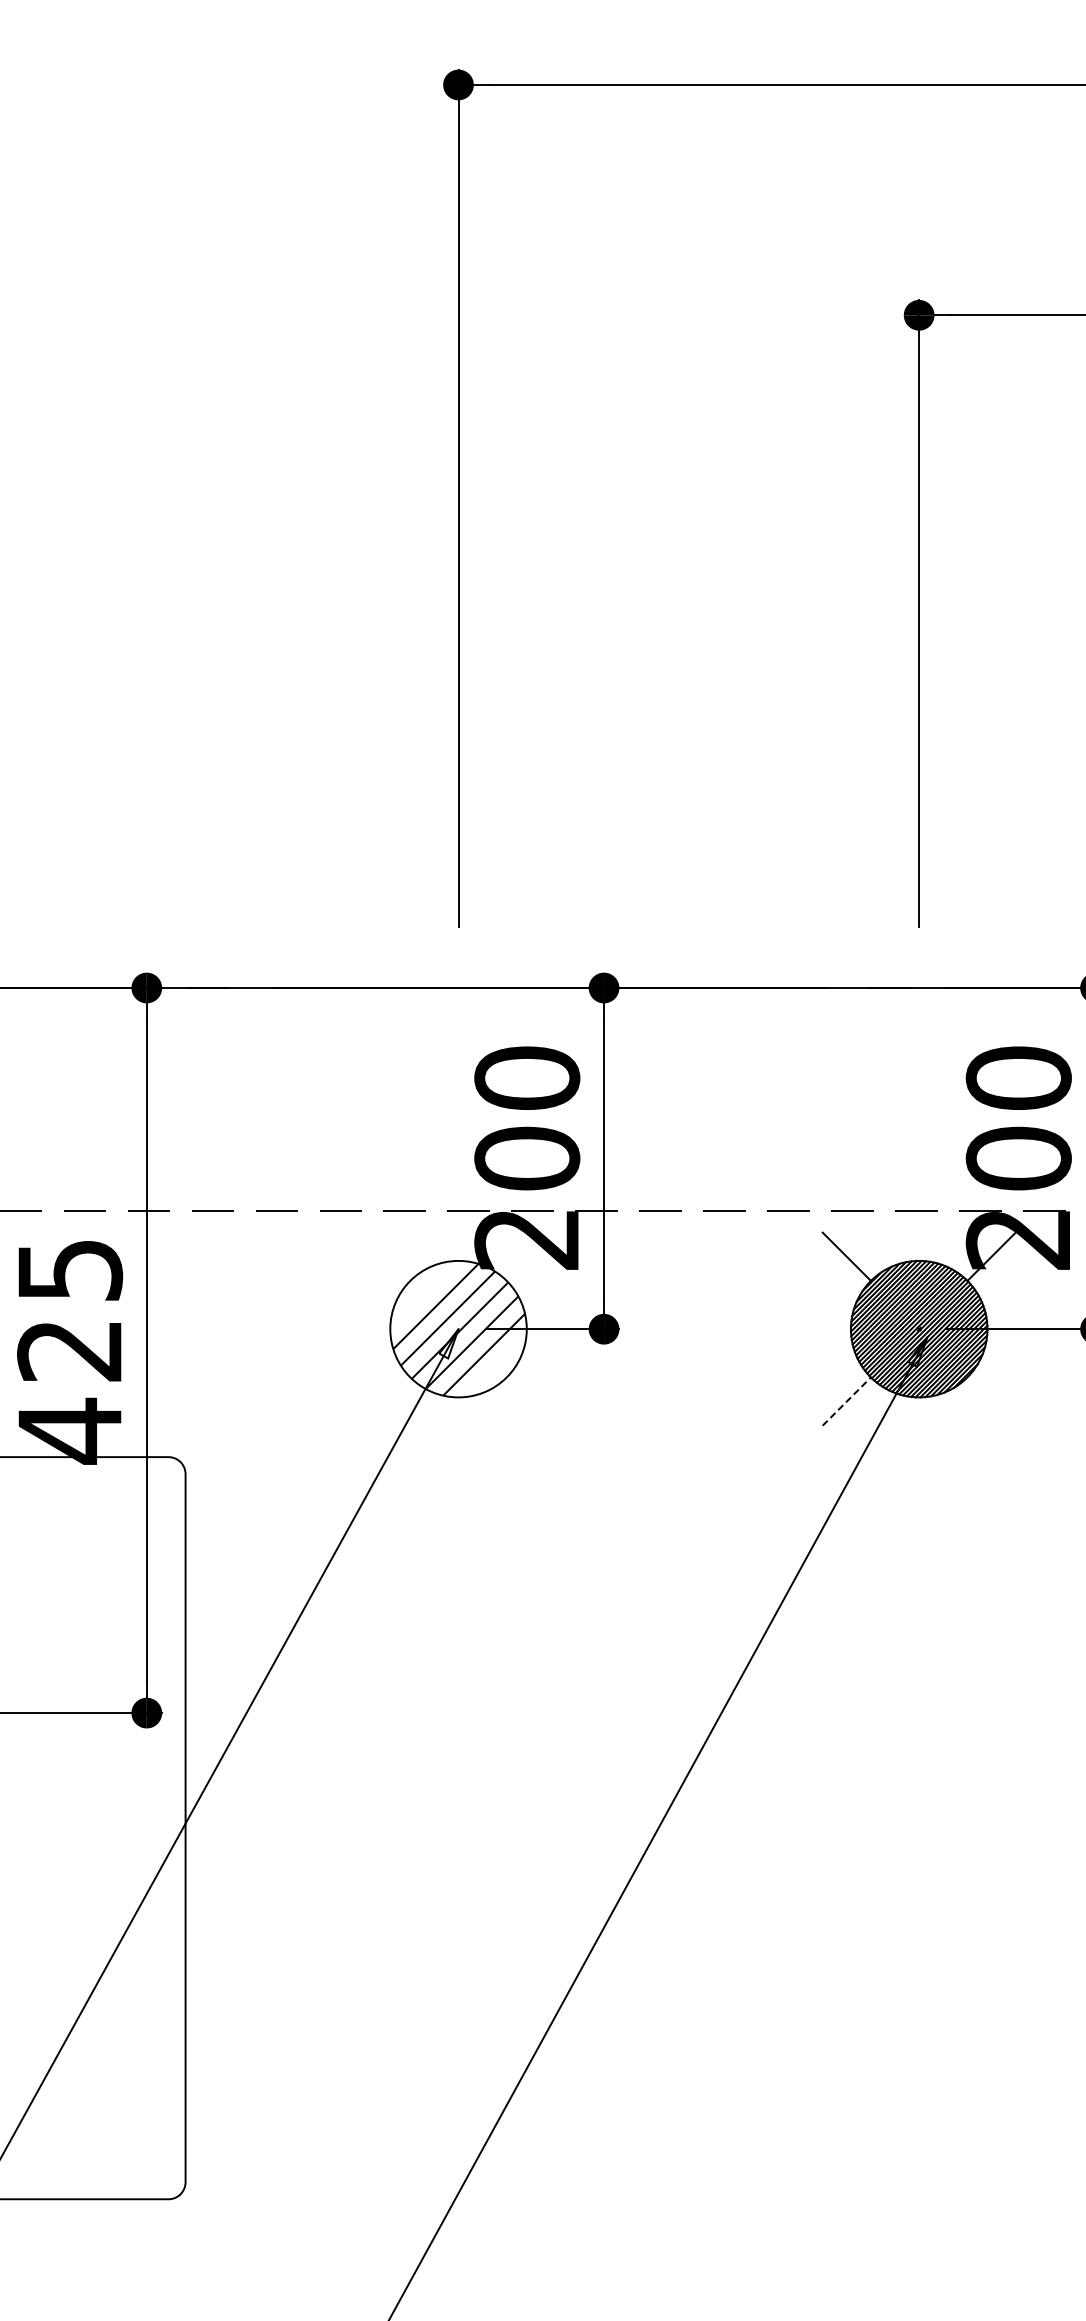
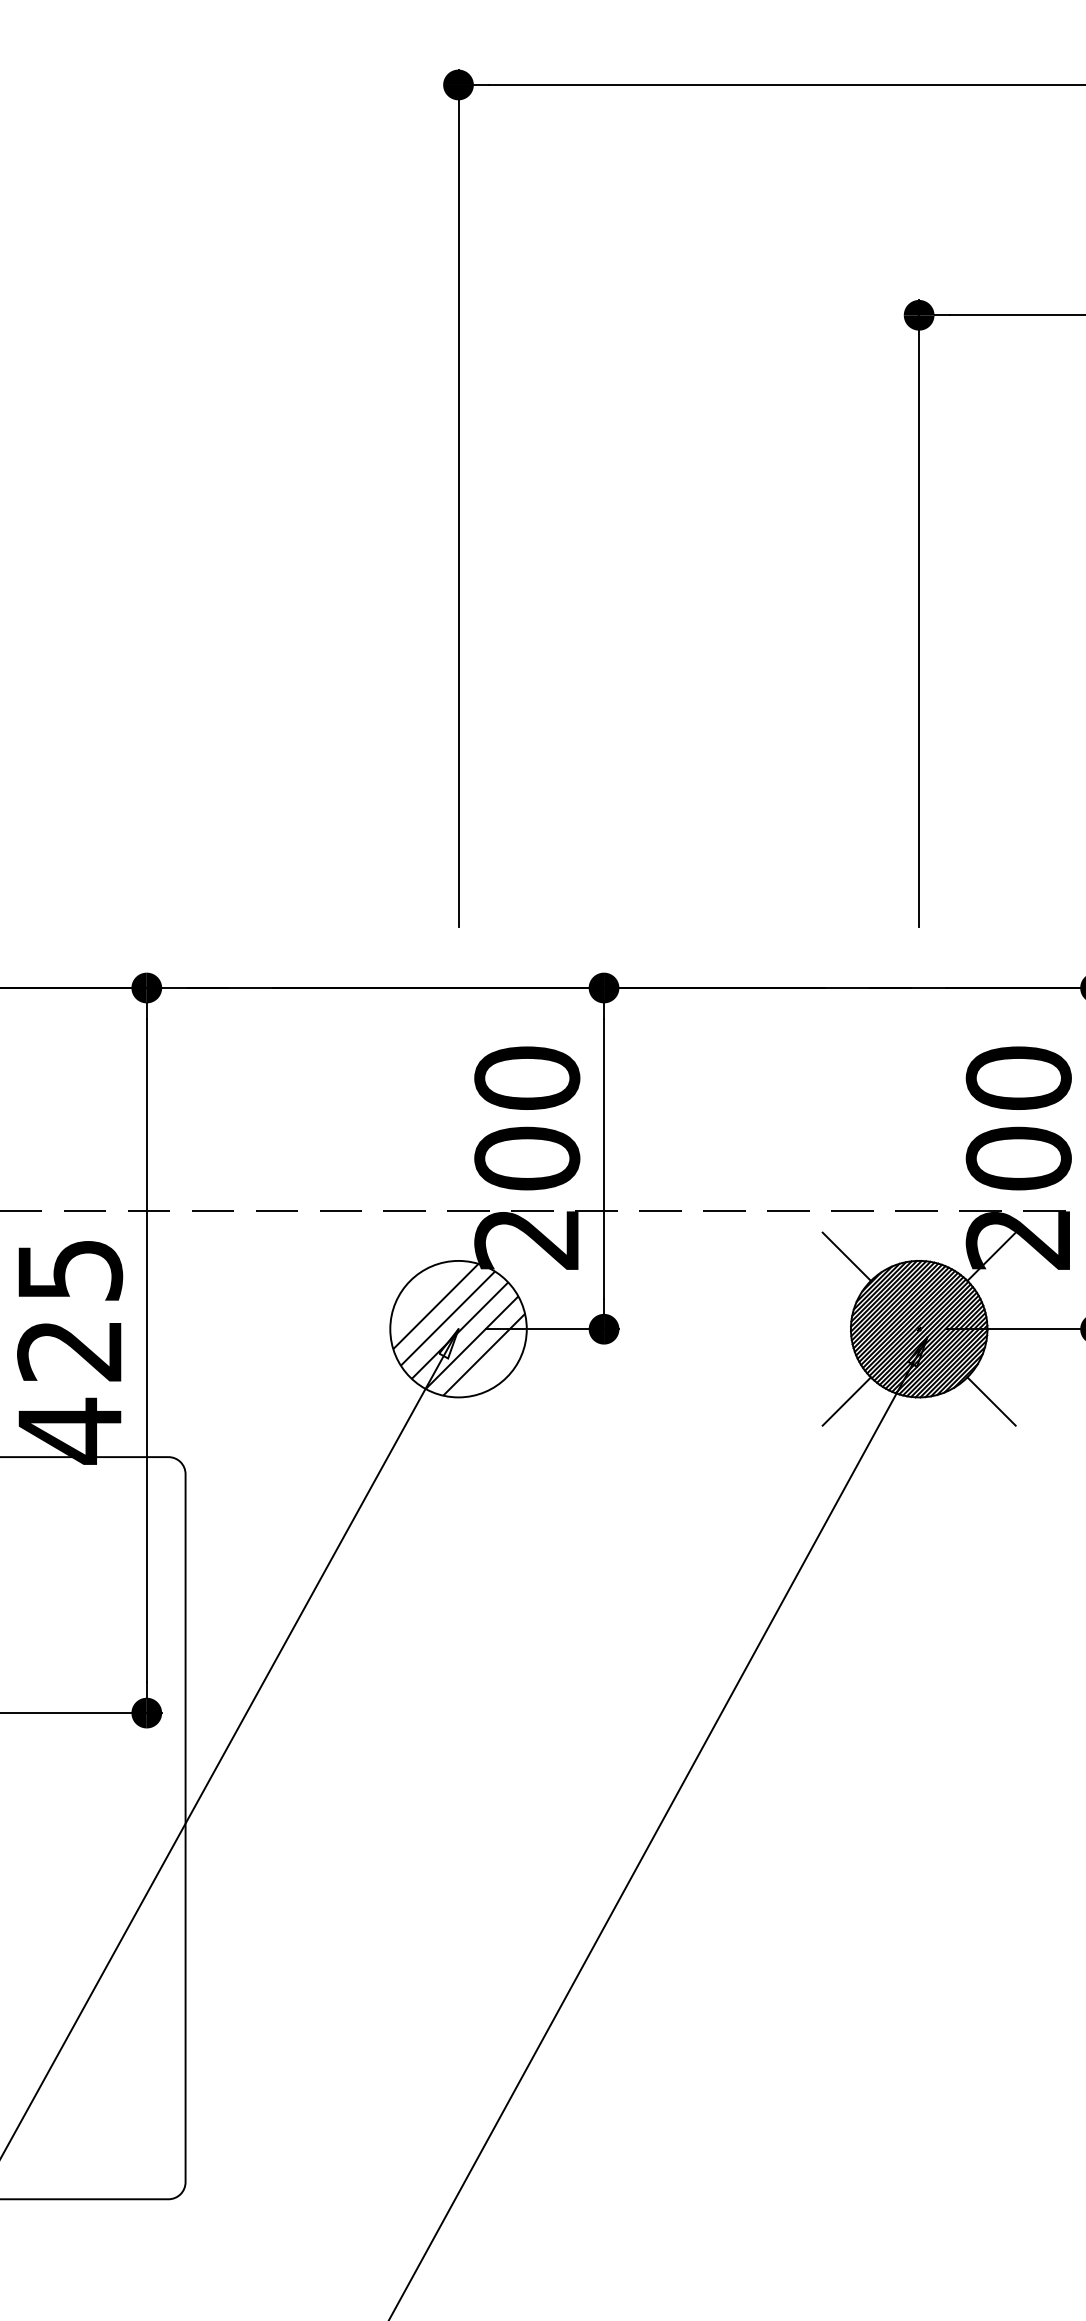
line at (847, 1401): dashed -> solid
line at (991, 1401): none -> present
